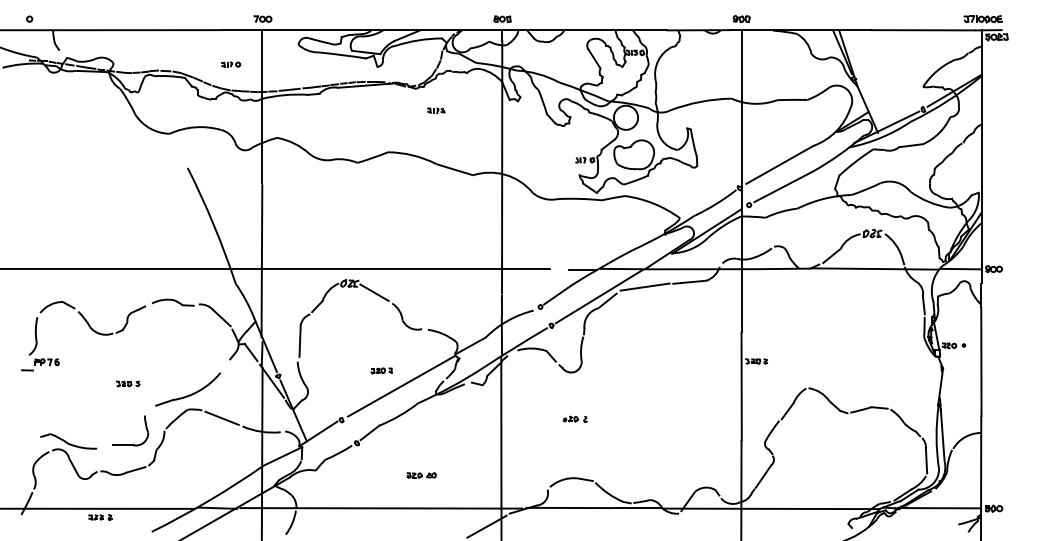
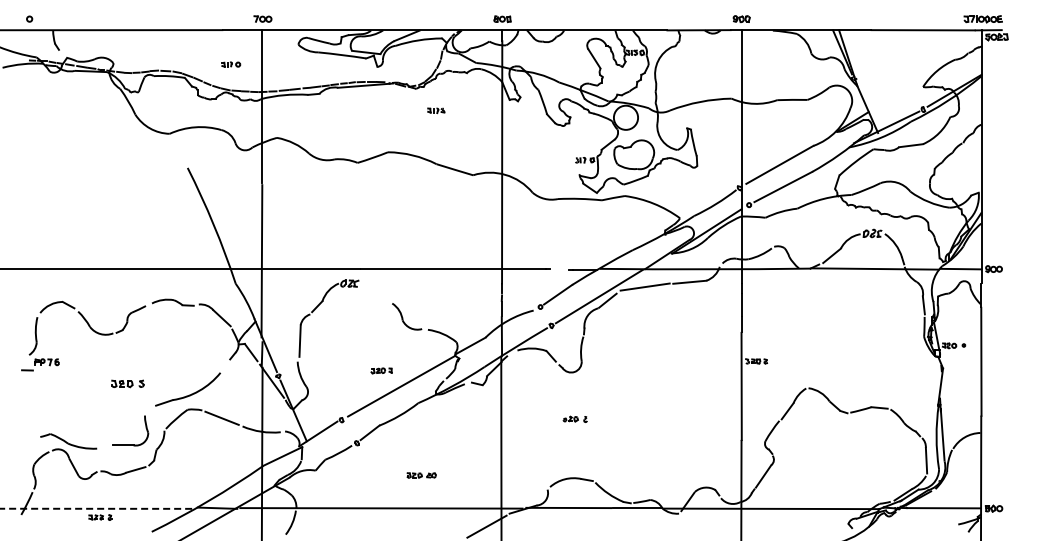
line at (374, 292): present -> none
part at (128, 383) size: 25x8 px -> 34x10 px
line at (97, 508): solid -> dashed
